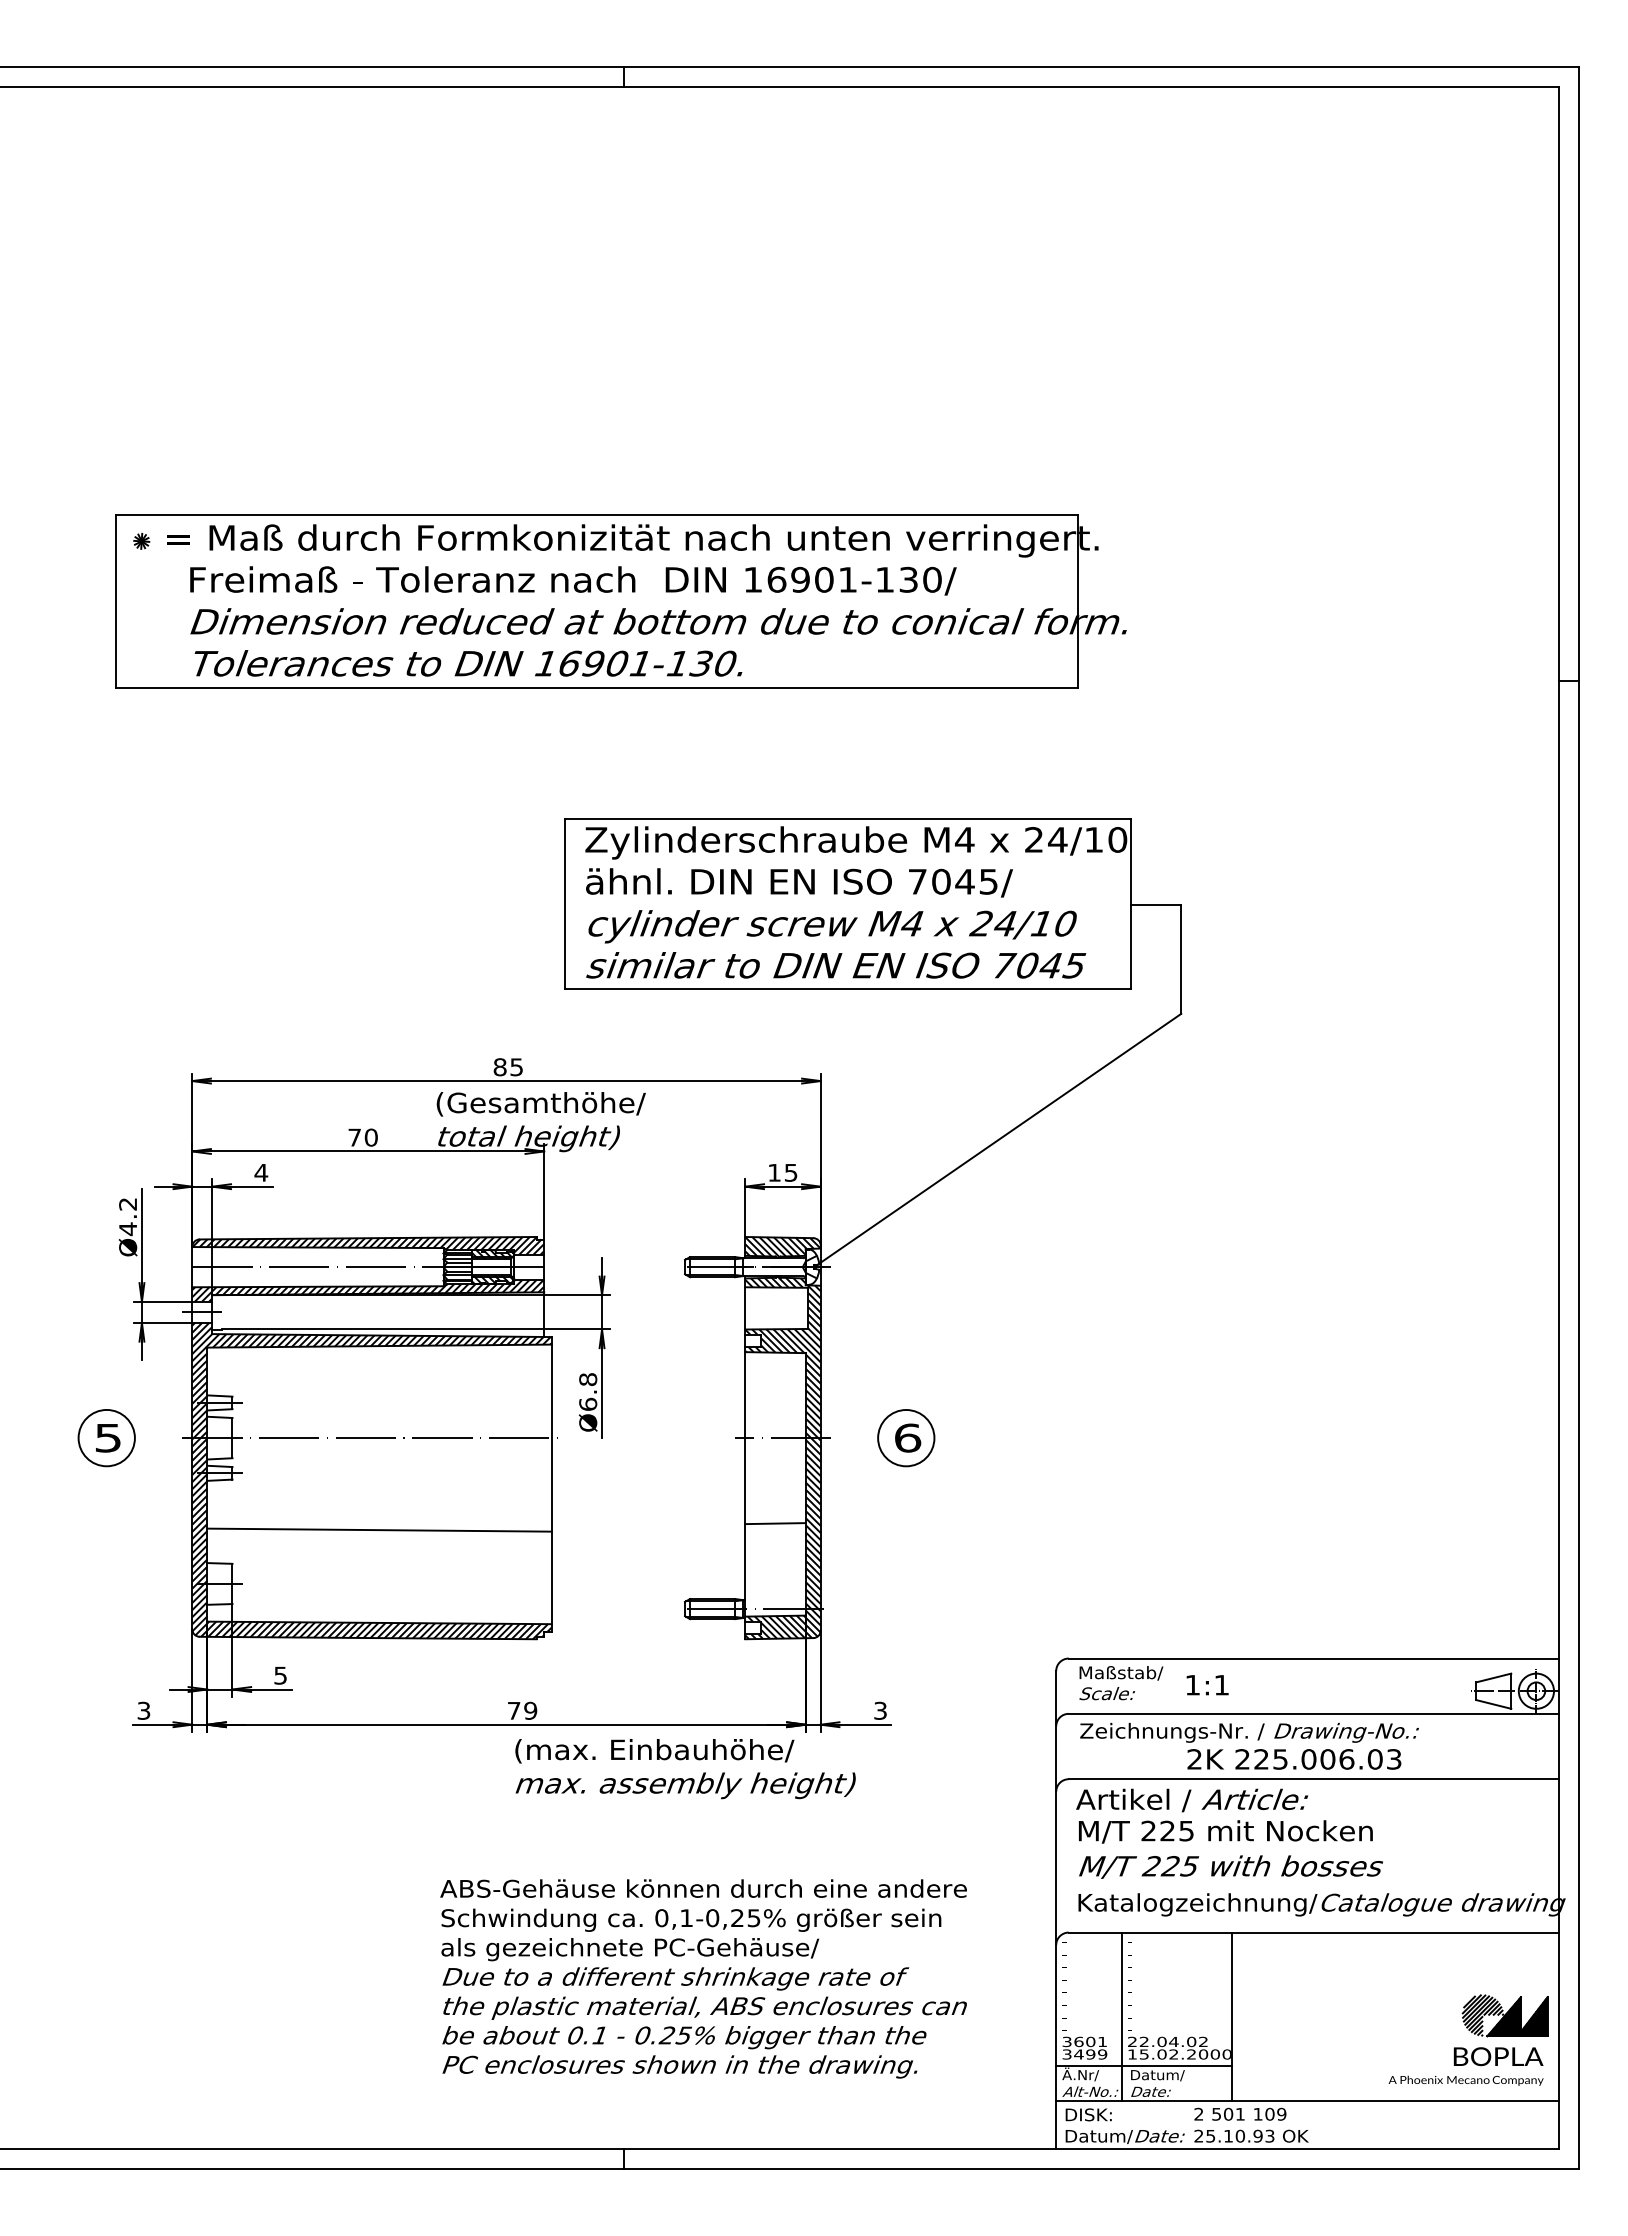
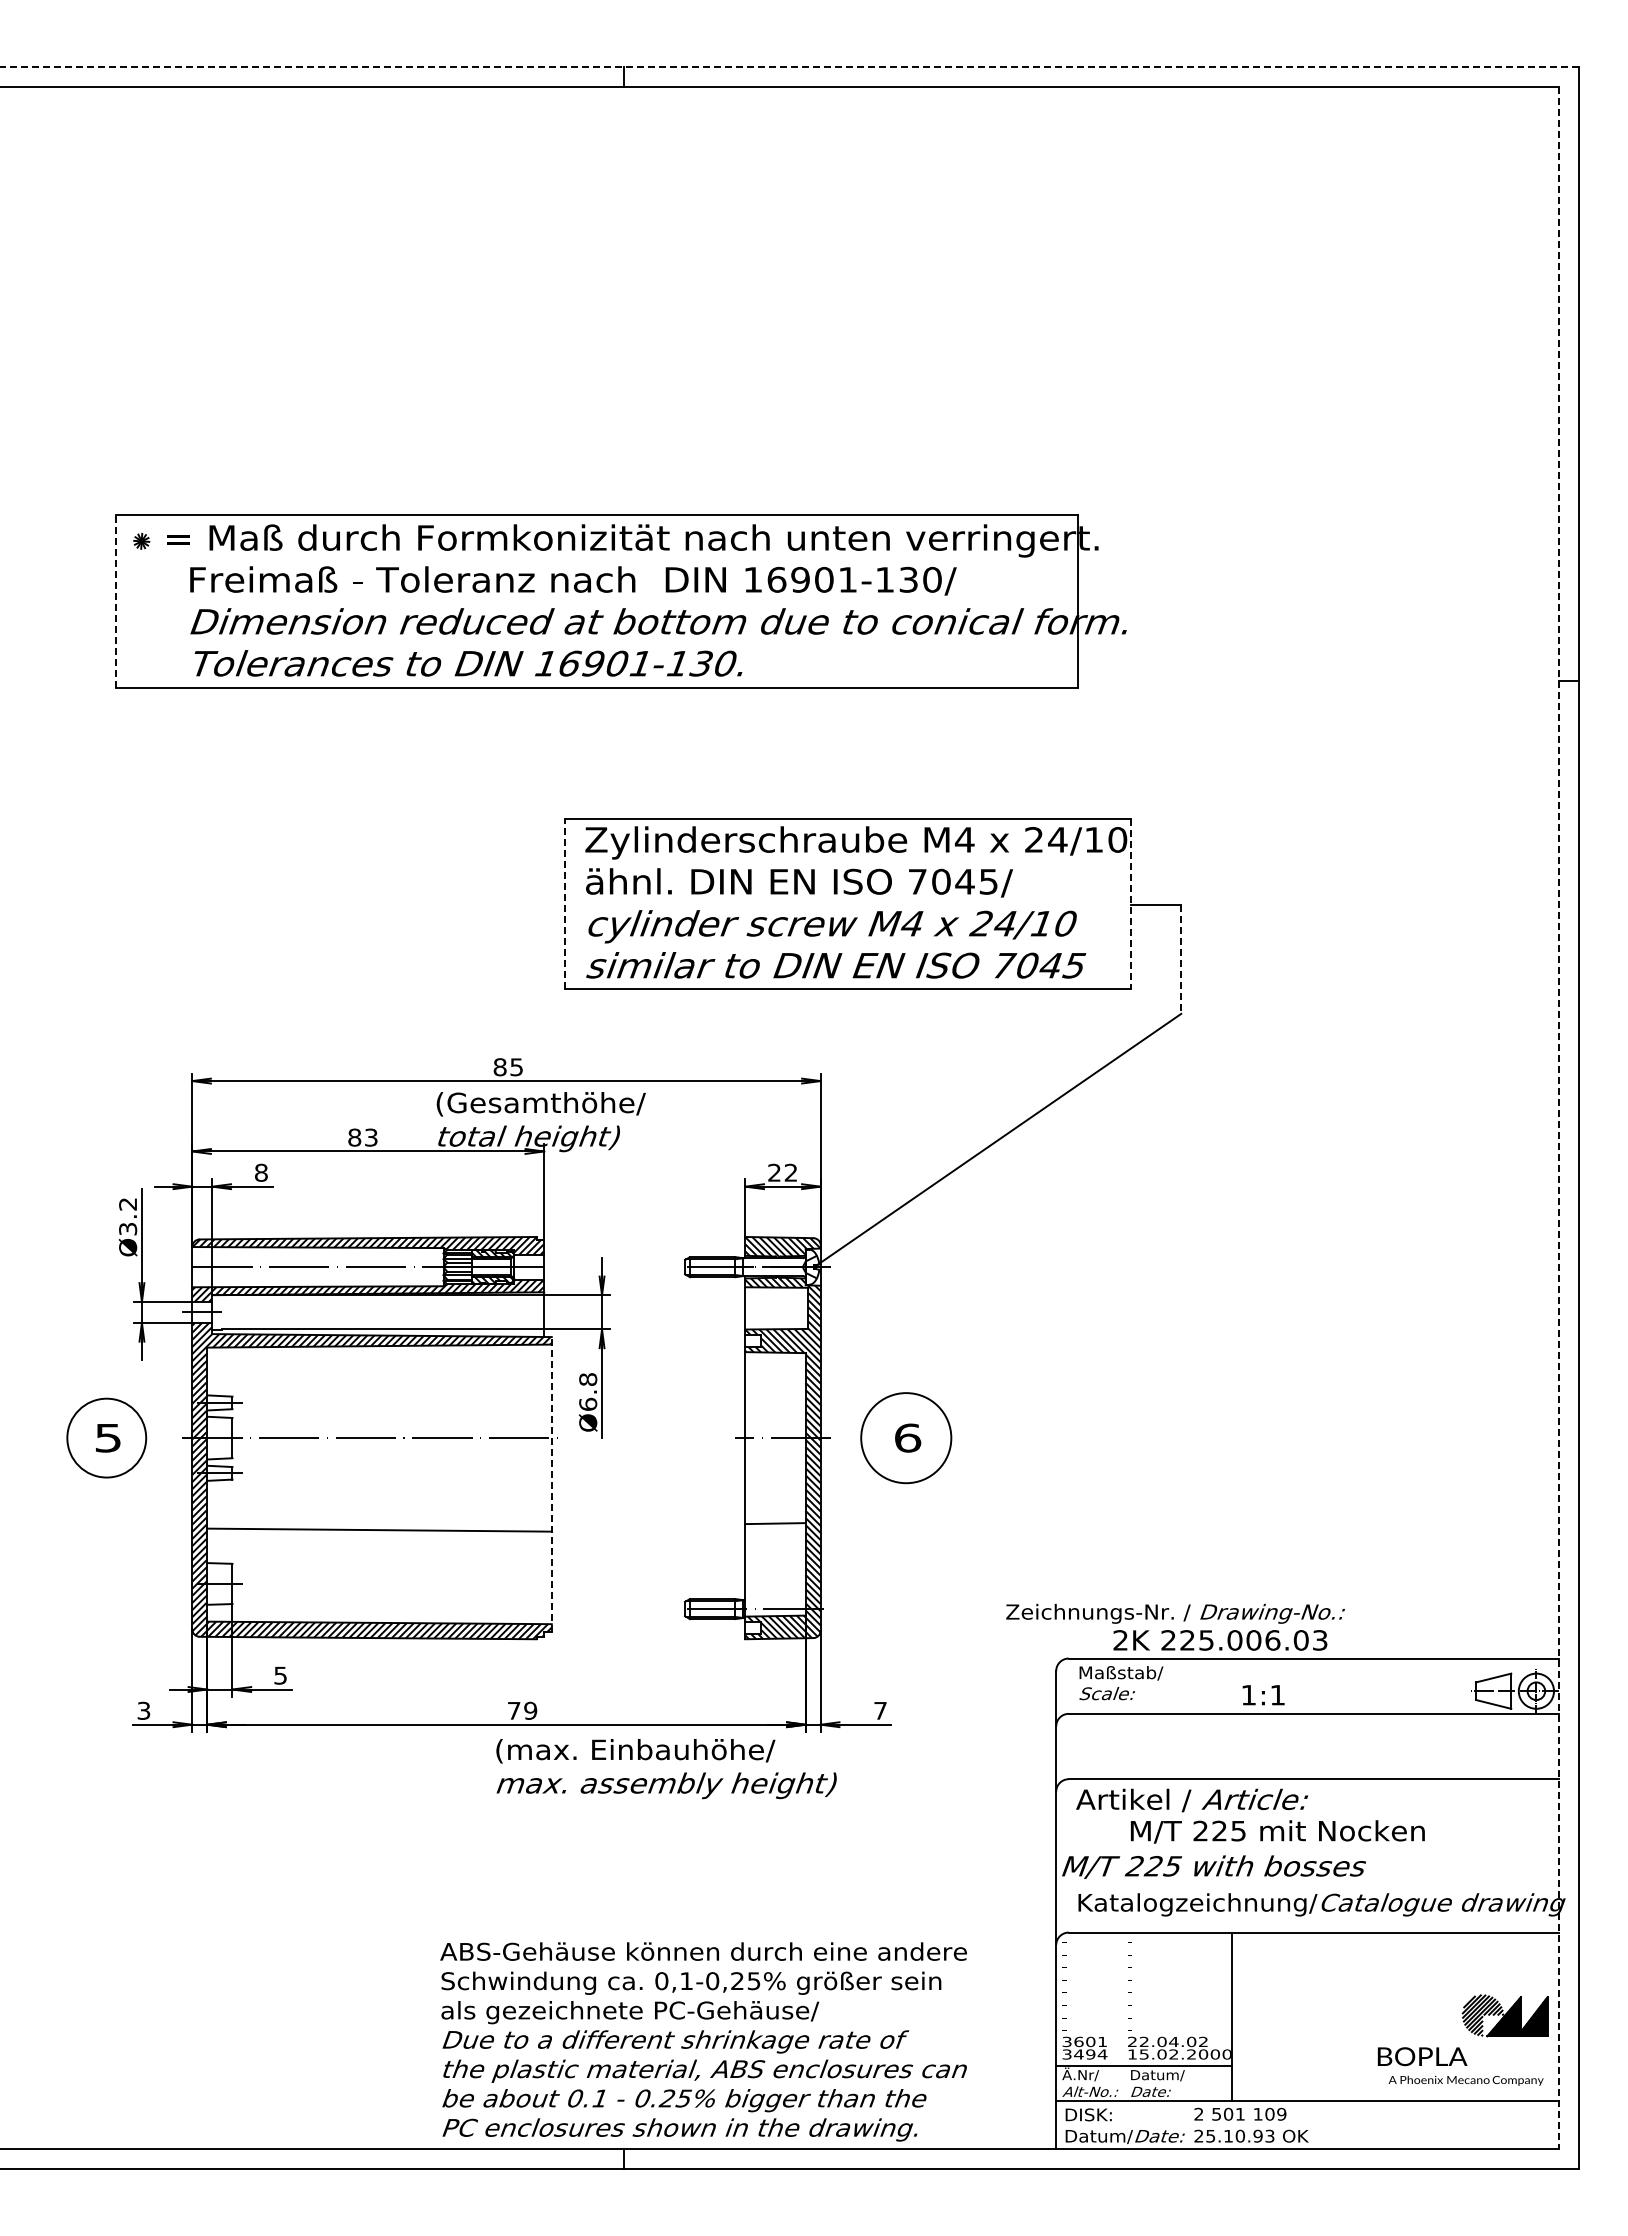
line at (790, 67): solid -> dashed
line at (115, 601): solid -> dashed
line at (564, 904): solid -> dashed
line at (1131, 904): solid -> dashed
line at (1181, 959): solid -> dashed
line at (1559, 1118): solid -> dashed
text at (362, 1137): 70 -> 83
text at (261, 1172): 4 -> 8
text at (782, 1172): 15 -> 22
text at (128, 1229): Ø4.2 -> Ø3.2
circle at (106, 1437) diameter: 56 px -> 79 px
circle at (906, 1438) diameter: 56 px -> 90 px
line at (551, 1483): solid -> dashed
text at (1207, 1685) position: (1207, 1685) -> (1263, 1695)
text at (880, 1710): 3 -> 7
text at (1249, 1745) position: (1249, 1745) -> (1175, 1626)
text at (685, 1769) position: (685, 1769) -> (666, 1769)
text at (1225, 1831) position: (1225, 1831) -> (1277, 1831)
text at (1230, 1866) position: (1230, 1866) -> (1213, 1866)
text at (703, 1978) position: (703, 1978) -> (703, 2041)
line at (1121, 2016): present -> none
text at (1102, 2054): 3499 -> 3494
text at (1498, 2056) position: (1498, 2056) -> (1422, 2056)
